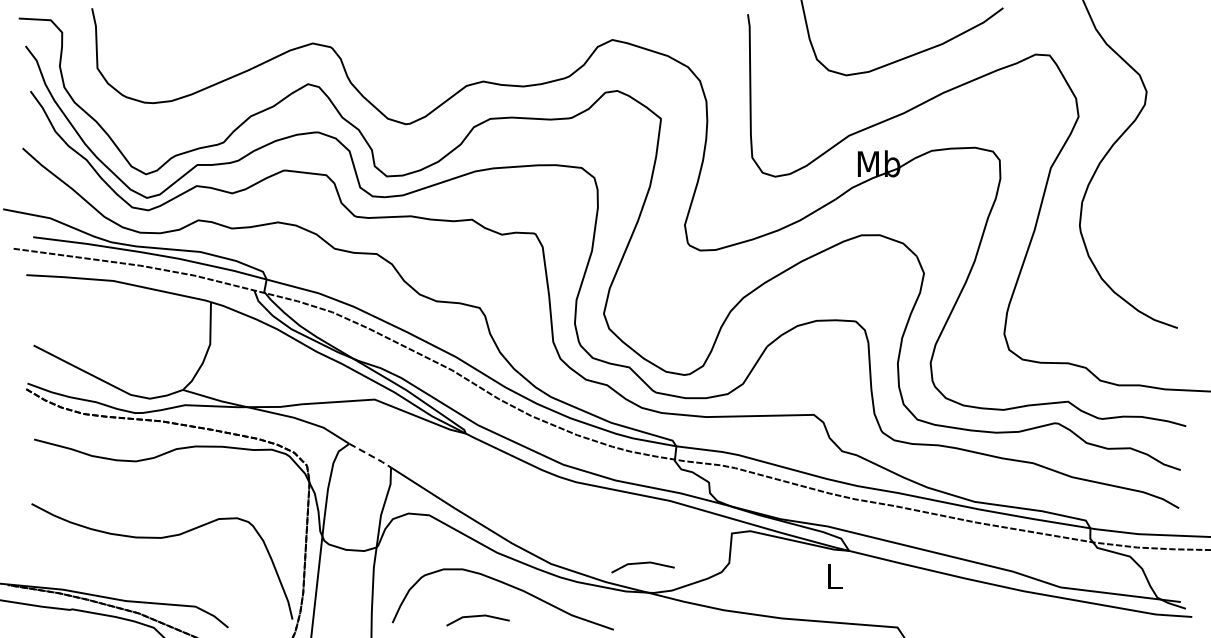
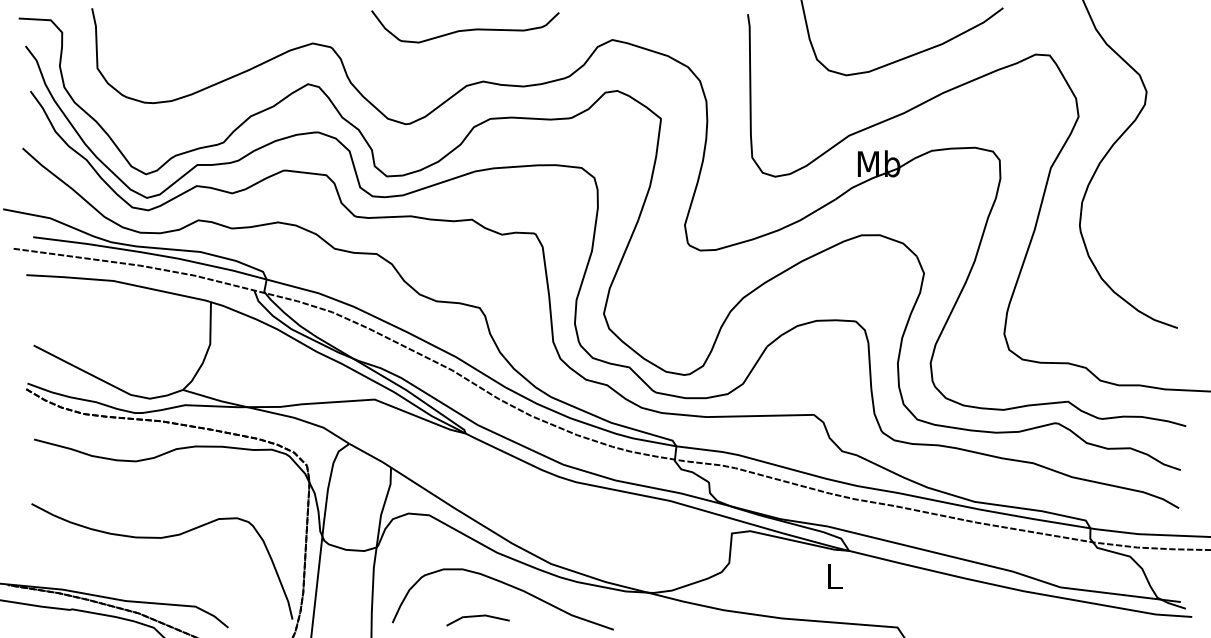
curve at (465, 29): none -> present
line at (371, 455): dashed -> solid
line at (641, 564): present -> none
